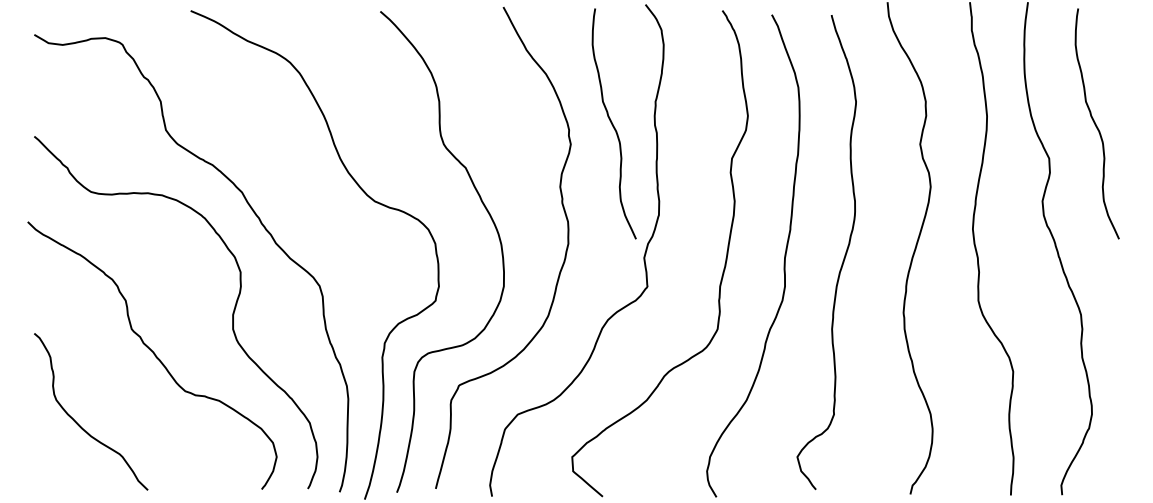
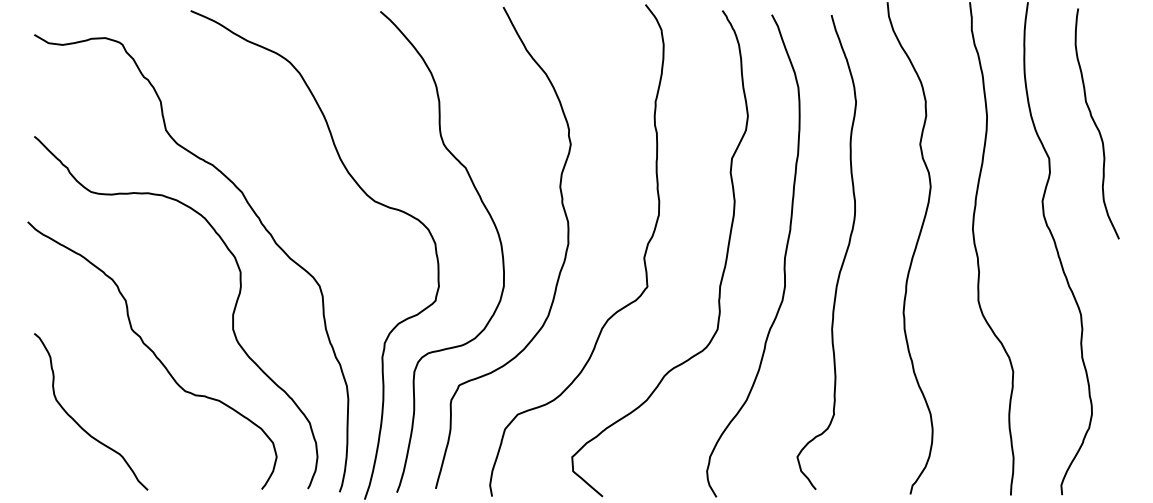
curve at (612, 123): present -> none
